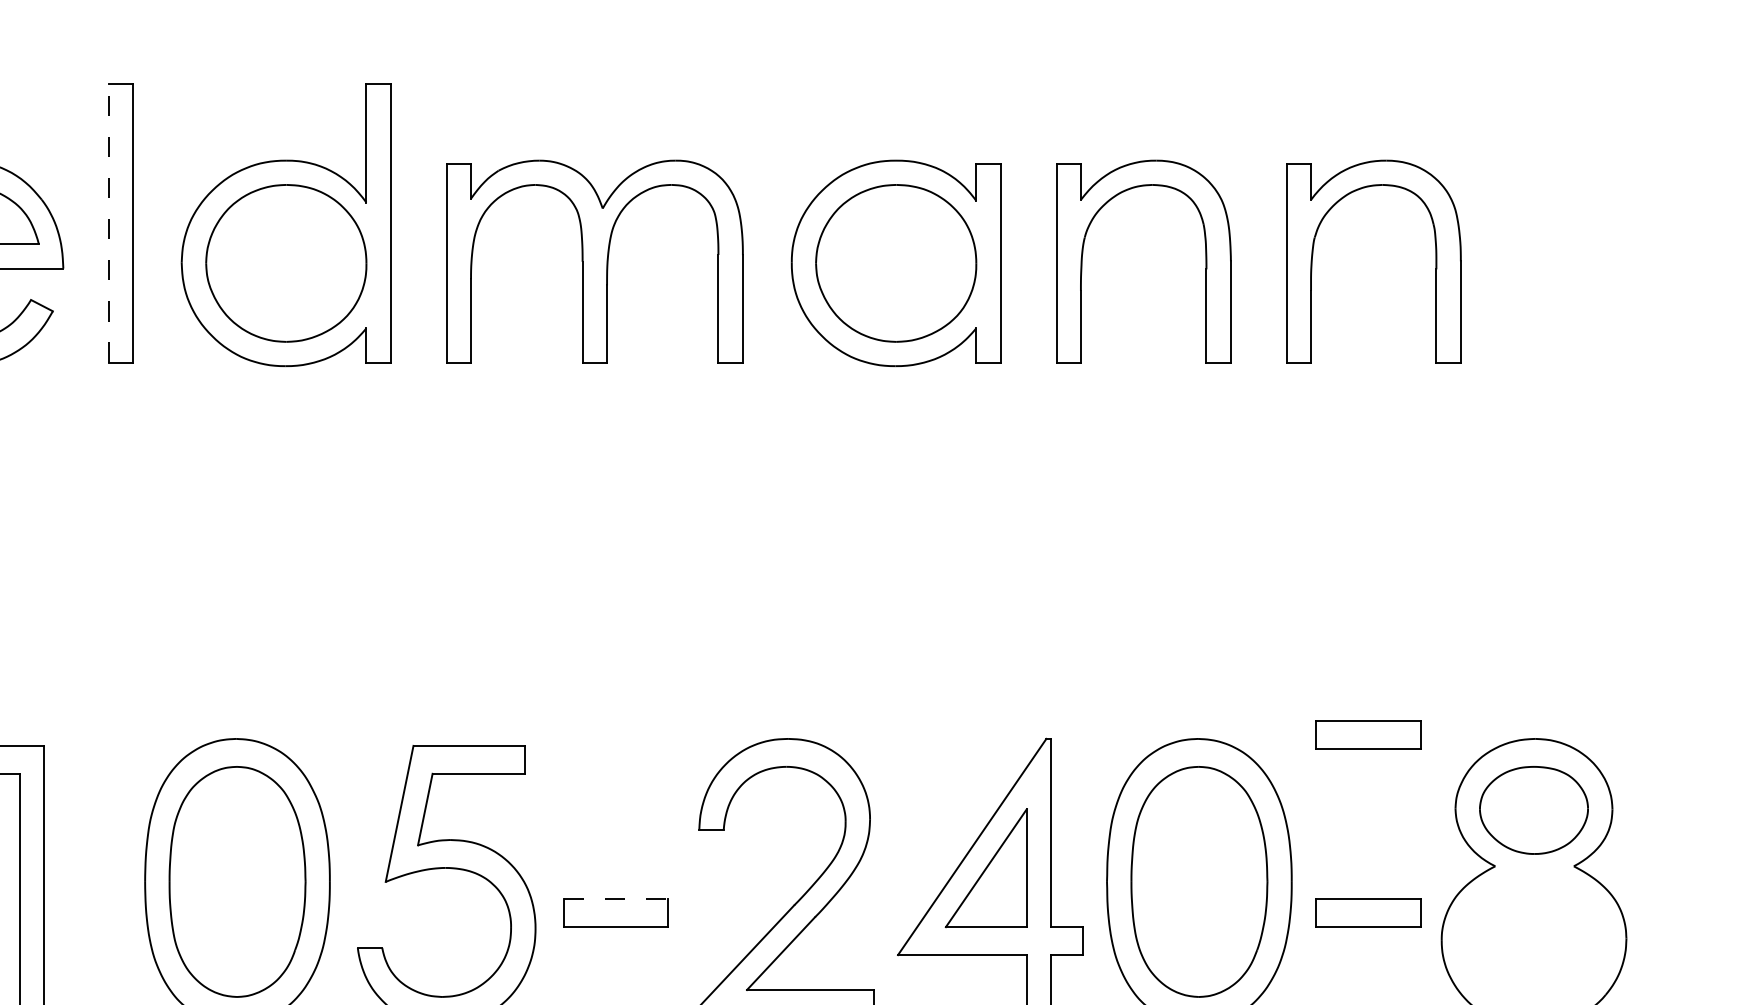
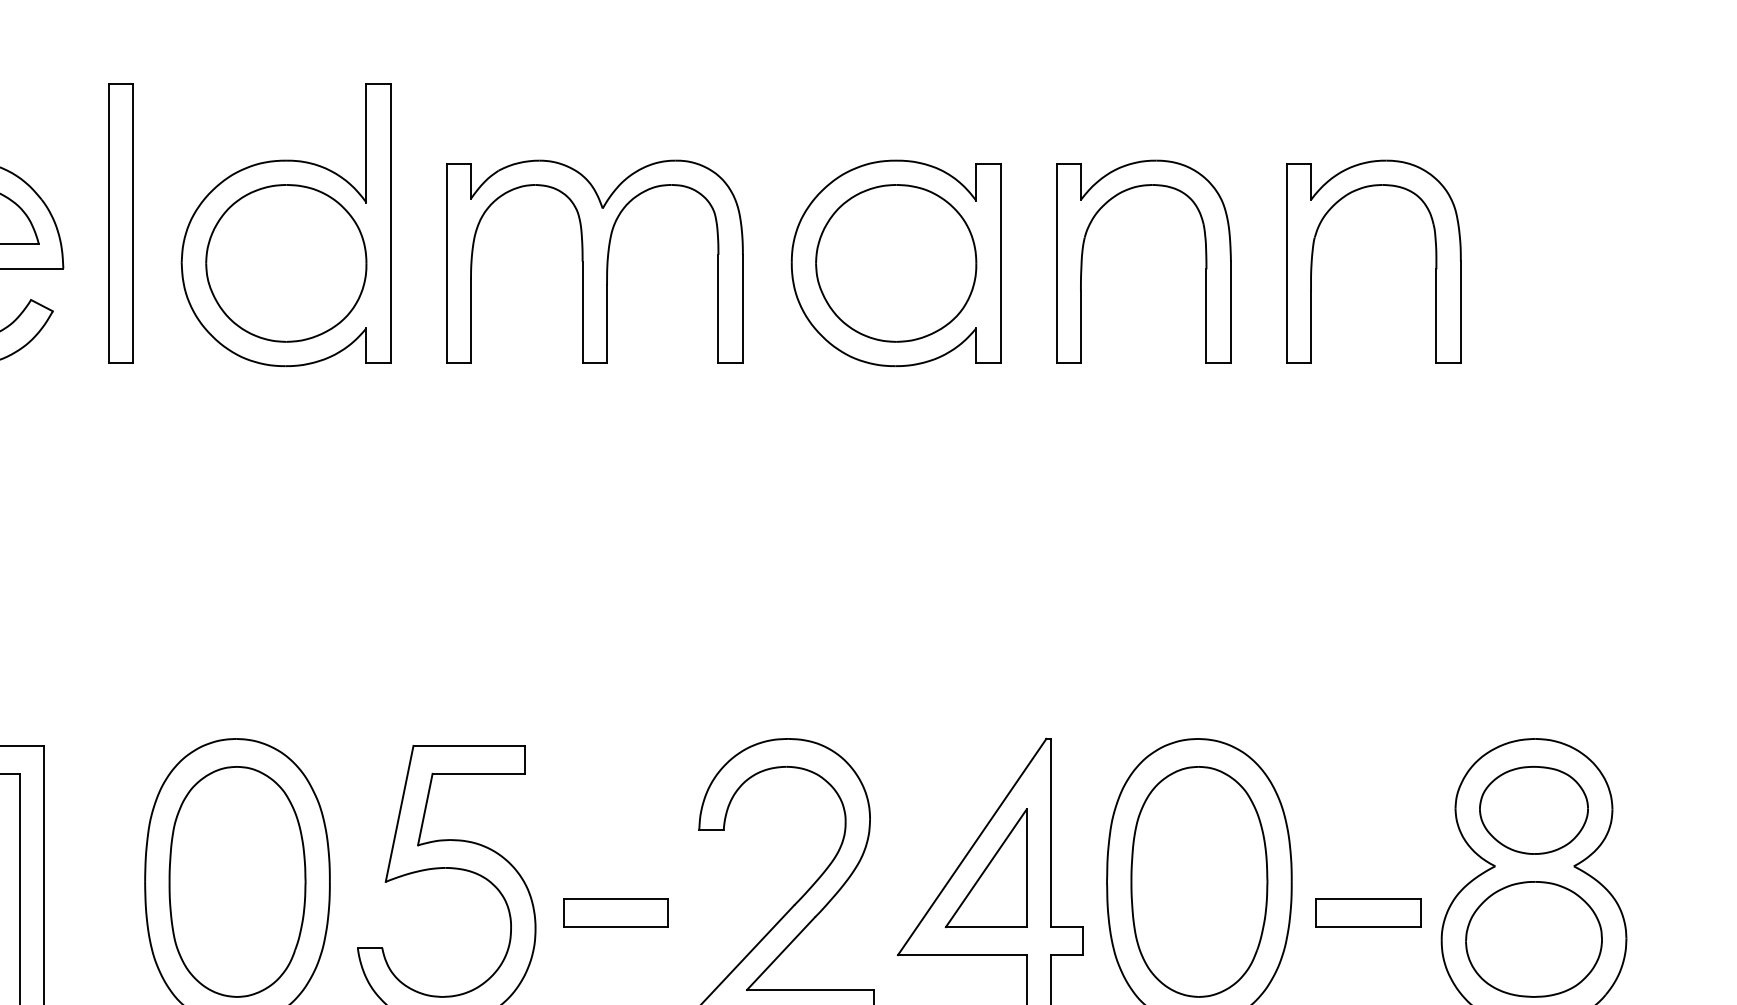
line at (108, 222): dashed -> solid
part at (1368, 734): present -> none
line at (616, 899): dashed -> solid
part at (1533, 939): none -> present
